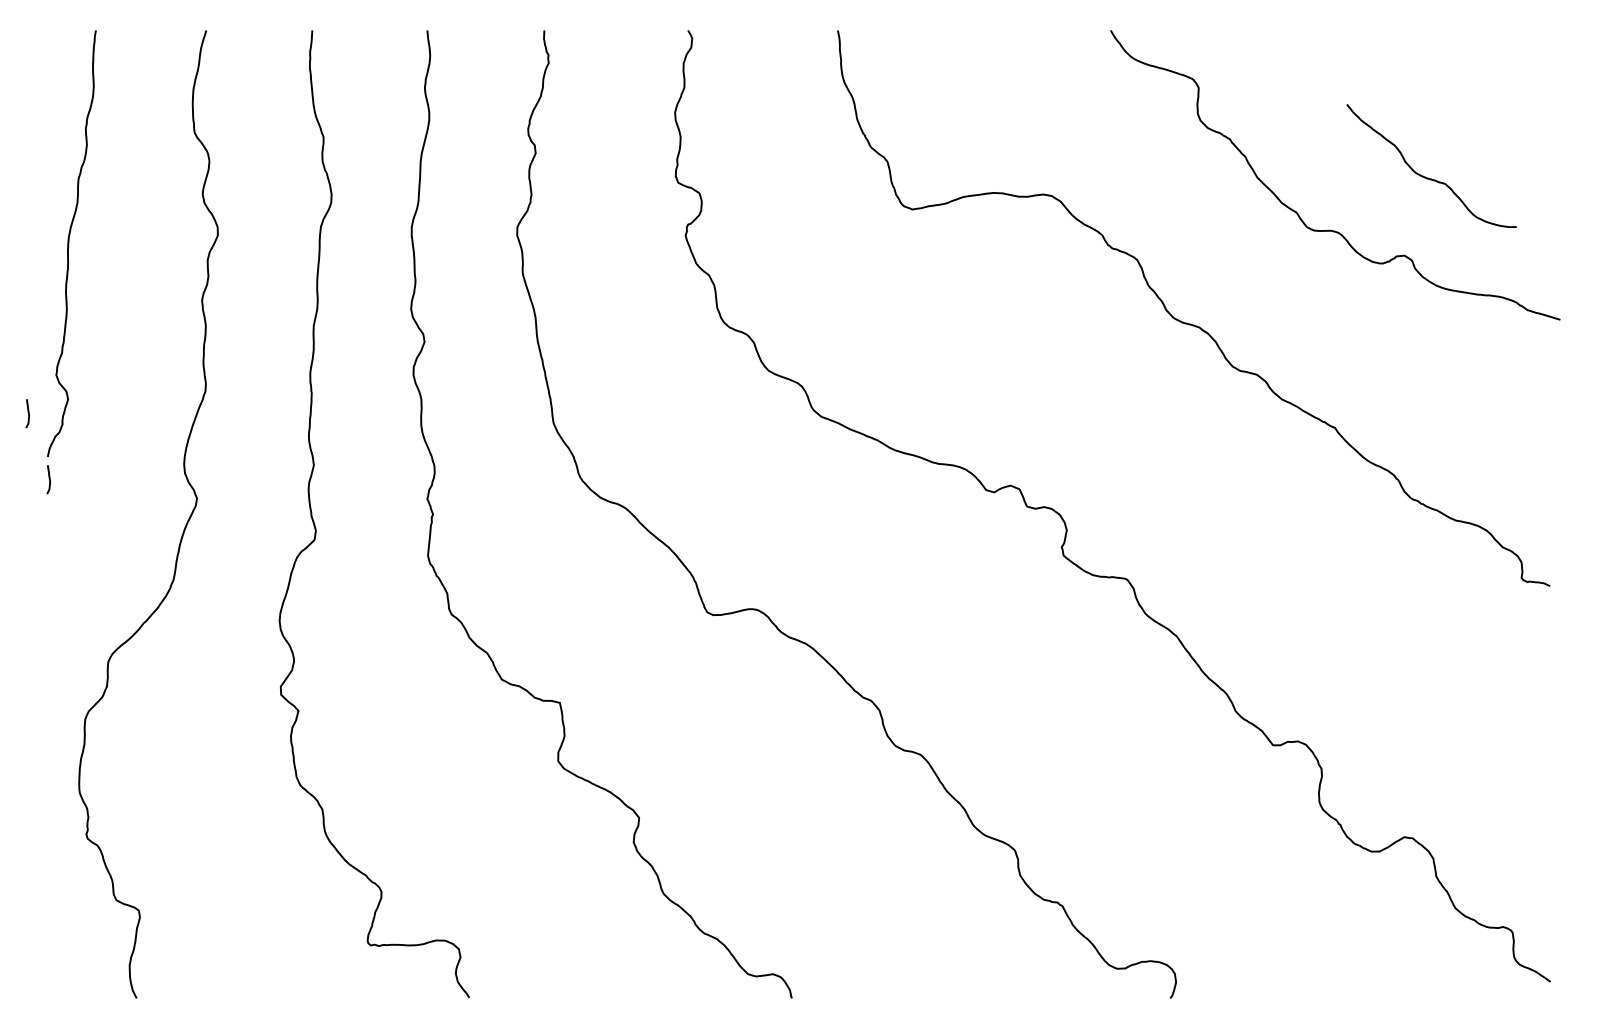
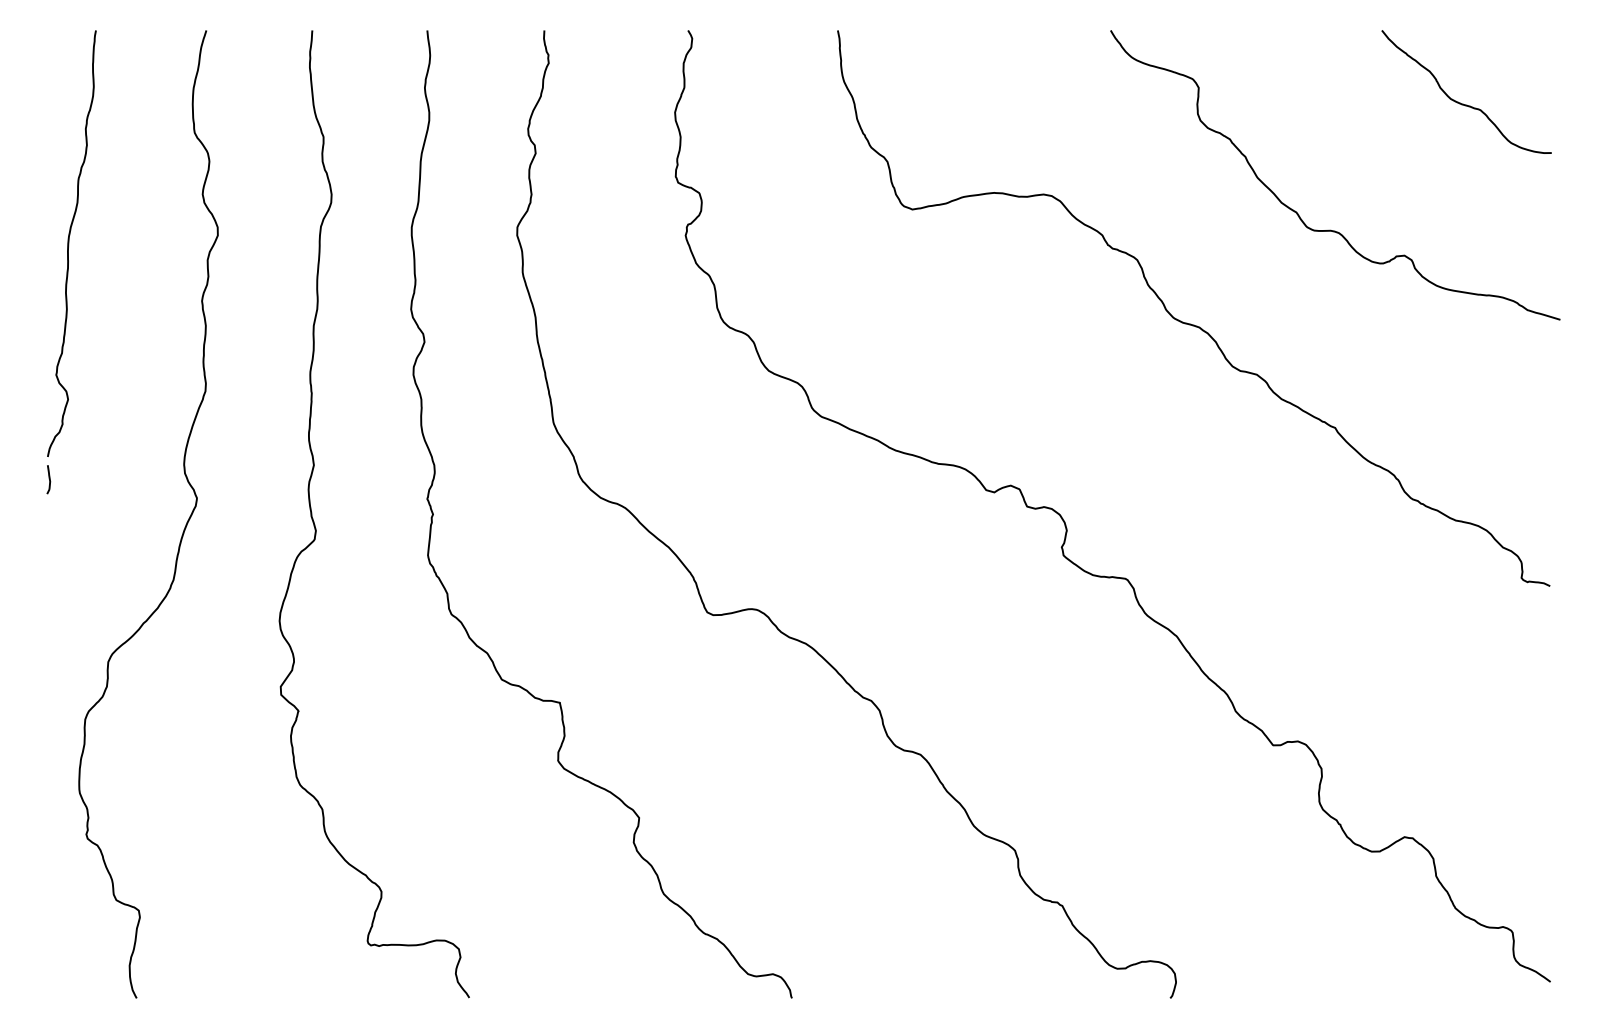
curve at (1428, 177) position: (1428, 177) -> (1463, 103)
curve at (27, 412): present -> none
